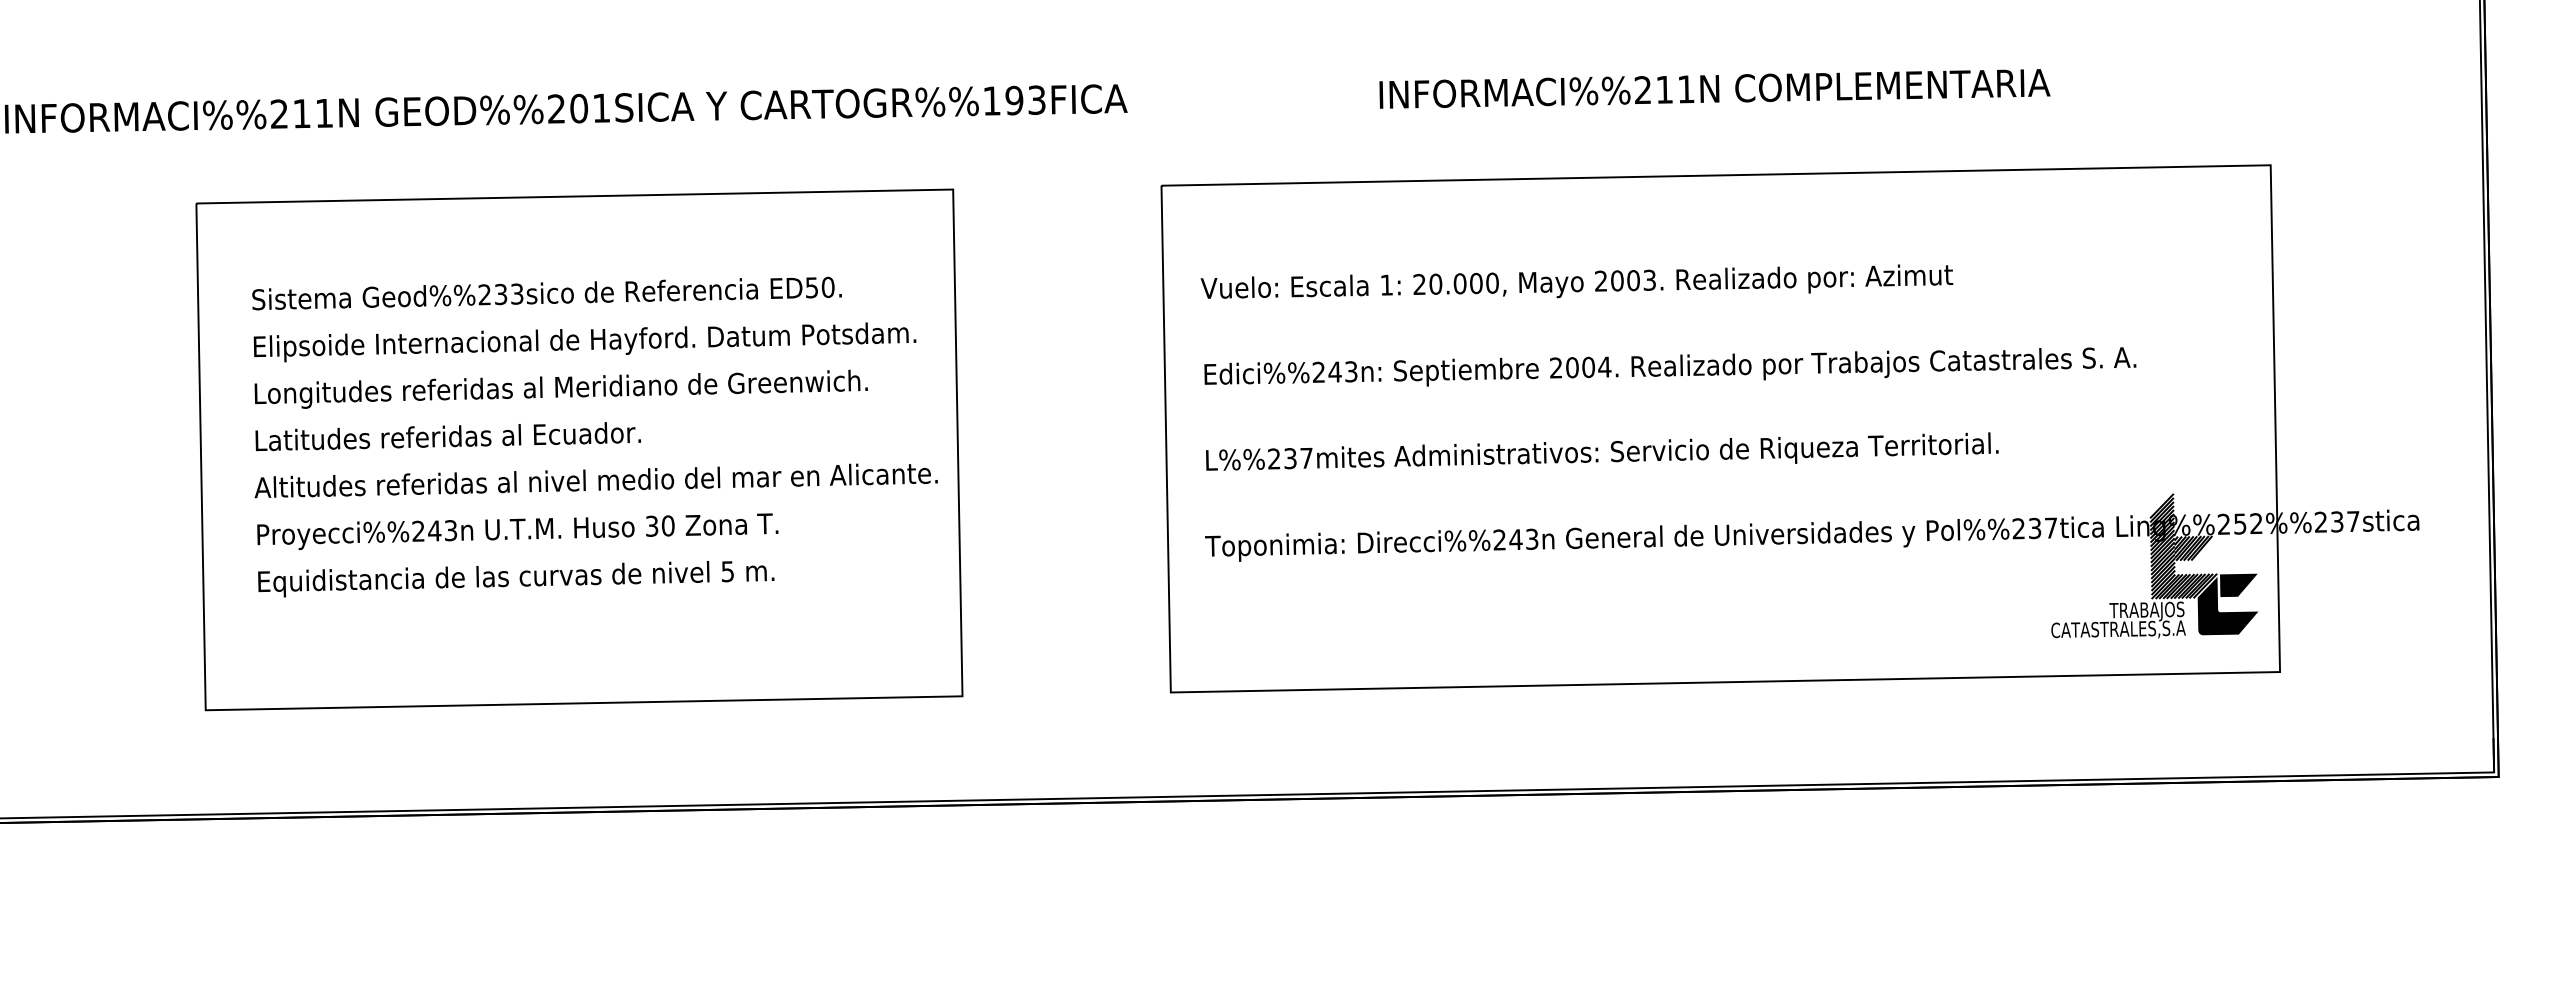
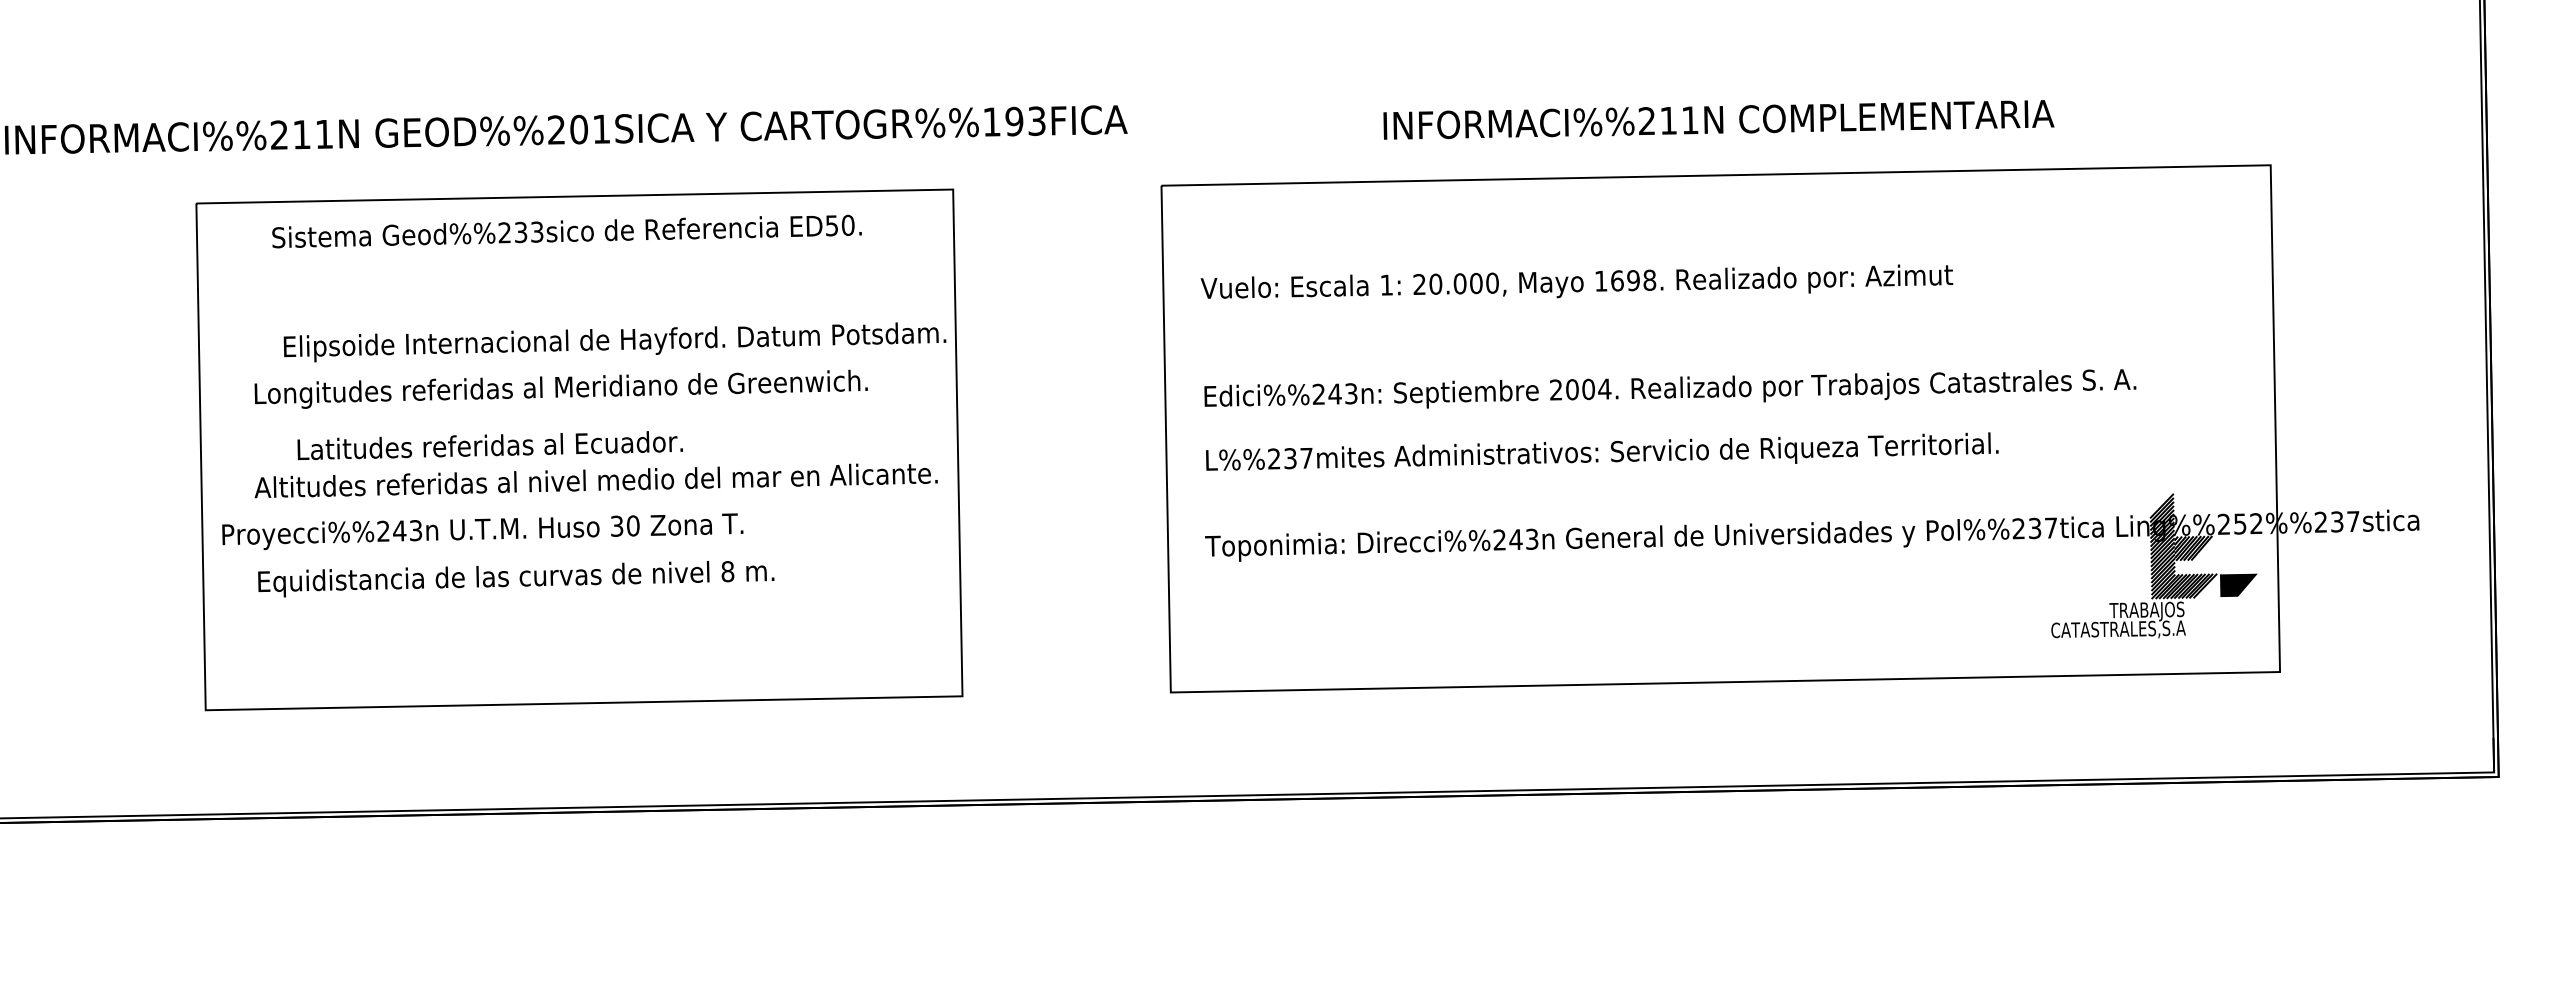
text at (1714, 88) position: (1714, 88) -> (1718, 119)
text at (565, 108) position: (565, 108) -> (565, 129)
text at (1625, 280): 2003. -> 1698.
text at (546, 293) position: (546, 293) -> (566, 231)
text at (584, 342) position: (584, 342) -> (614, 342)
text at (1670, 366) position: (1670, 366) -> (1670, 388)
text at (447, 436) position: (447, 436) -> (489, 445)
text at (517, 531) position: (517, 531) -> (482, 531)
text at (727, 571): 5 -> 8
fill at (2227, 605): present -> none
